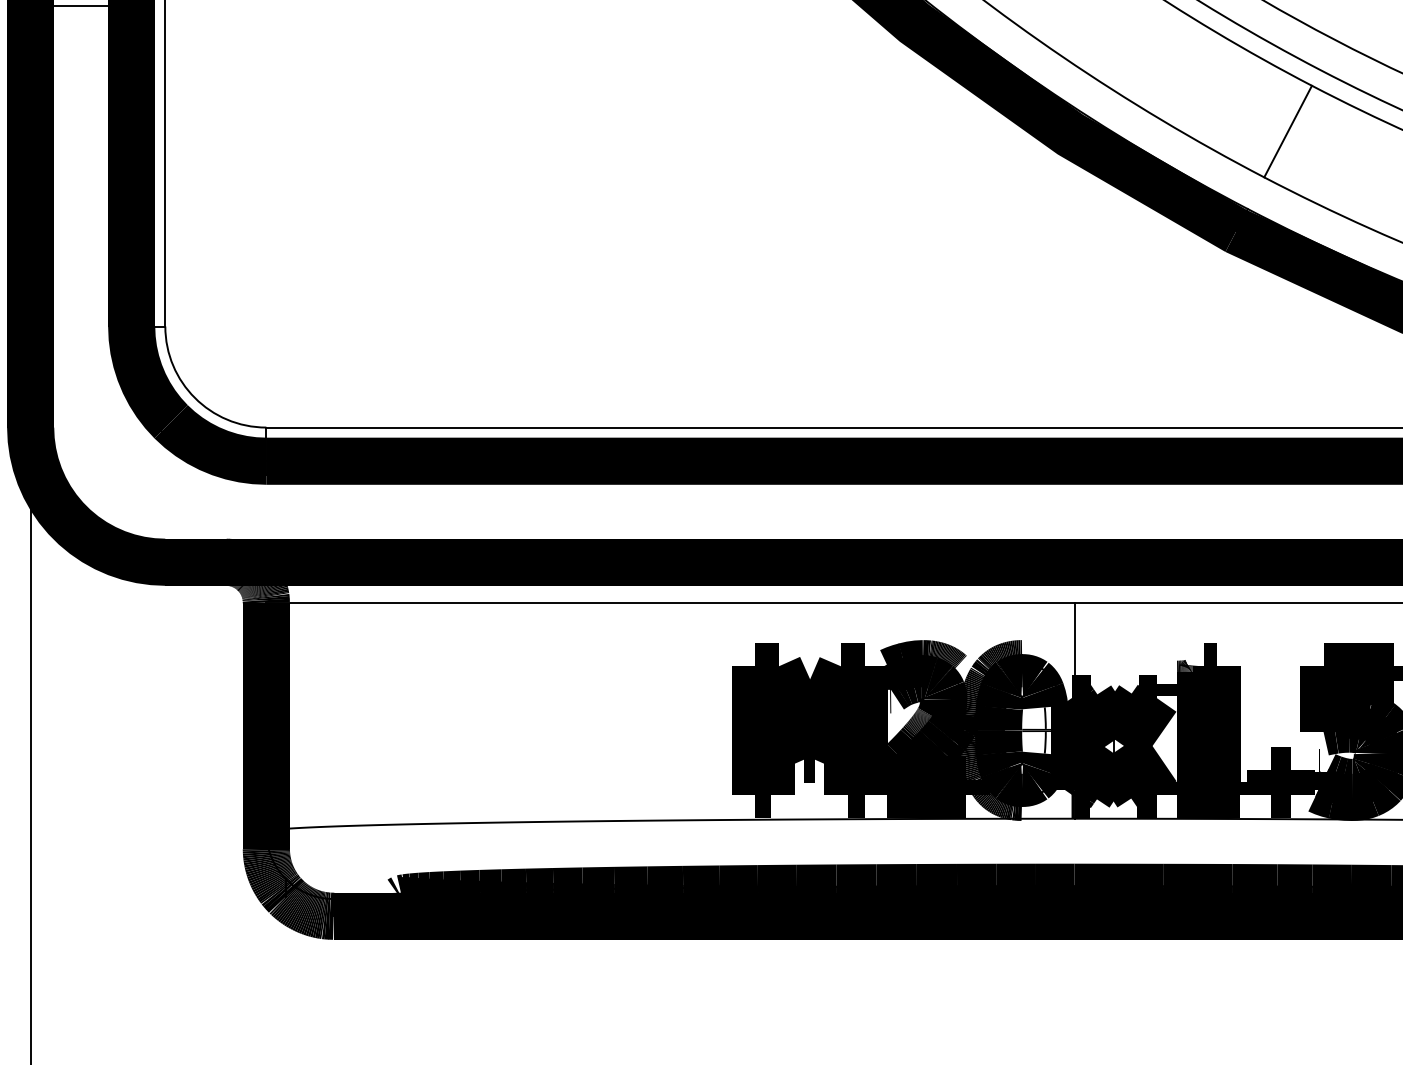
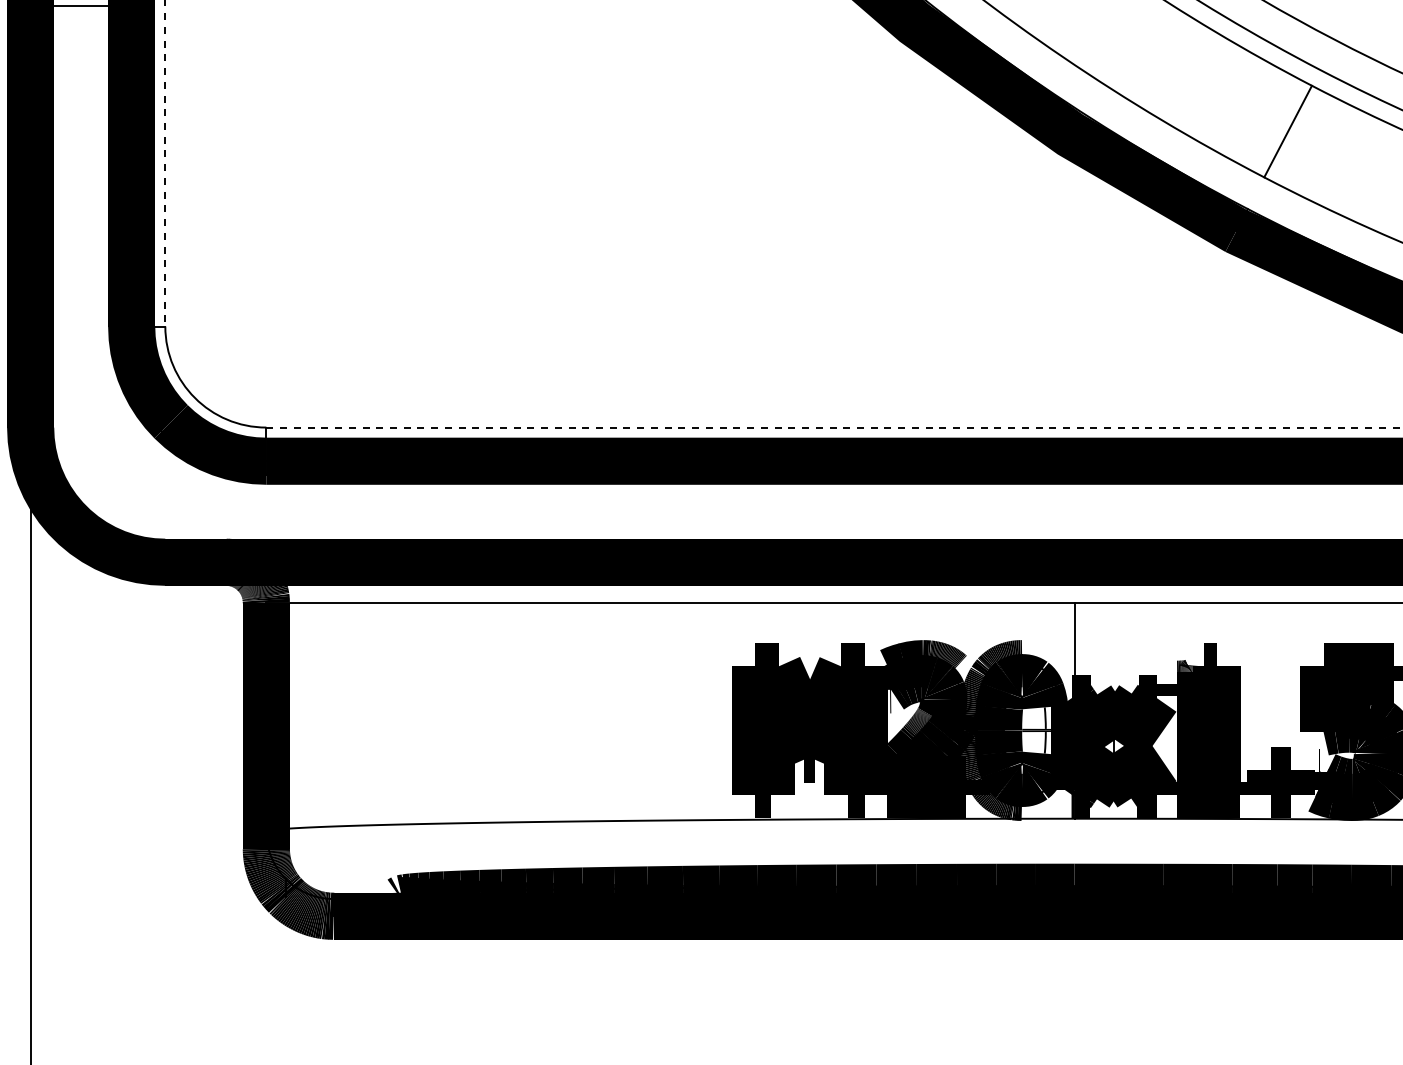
line at (165, 163): solid -> dashed
line at (834, 427): solid -> dashed
